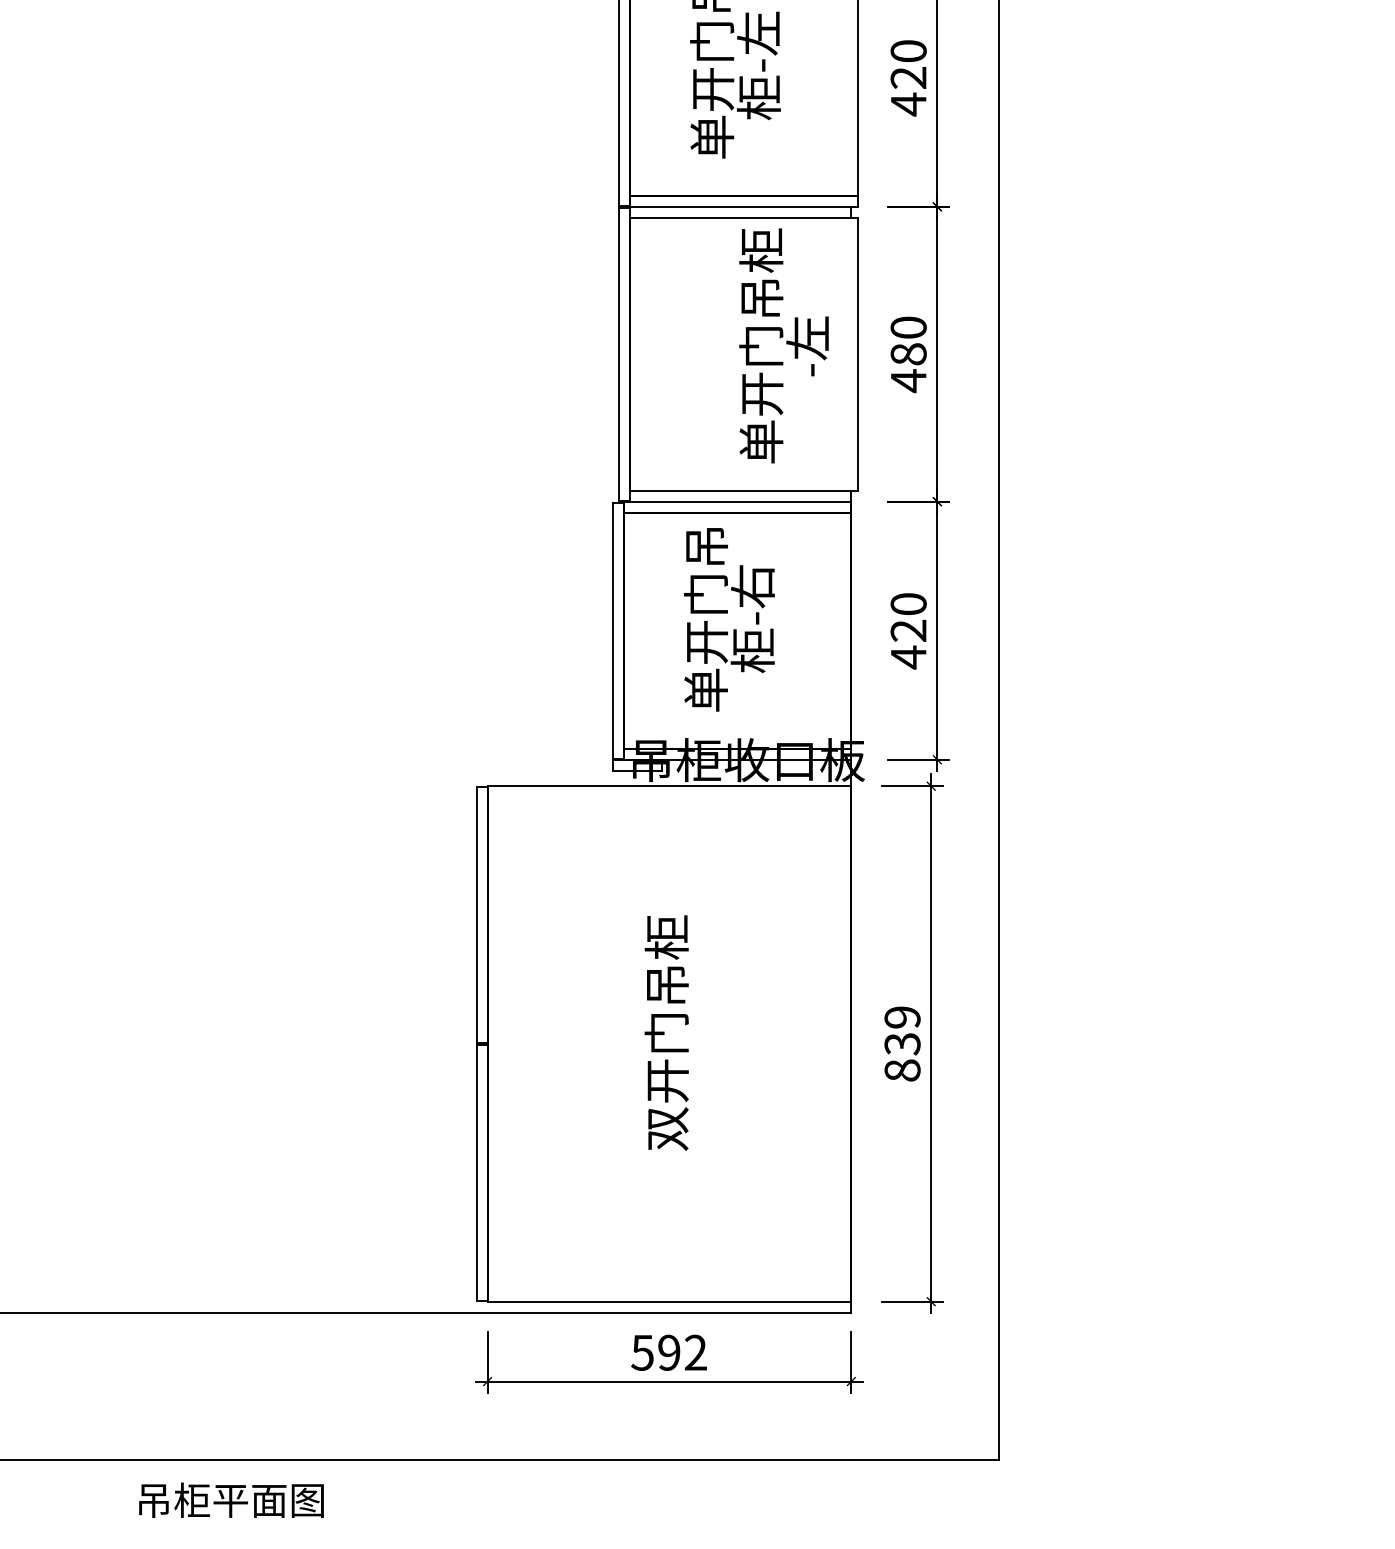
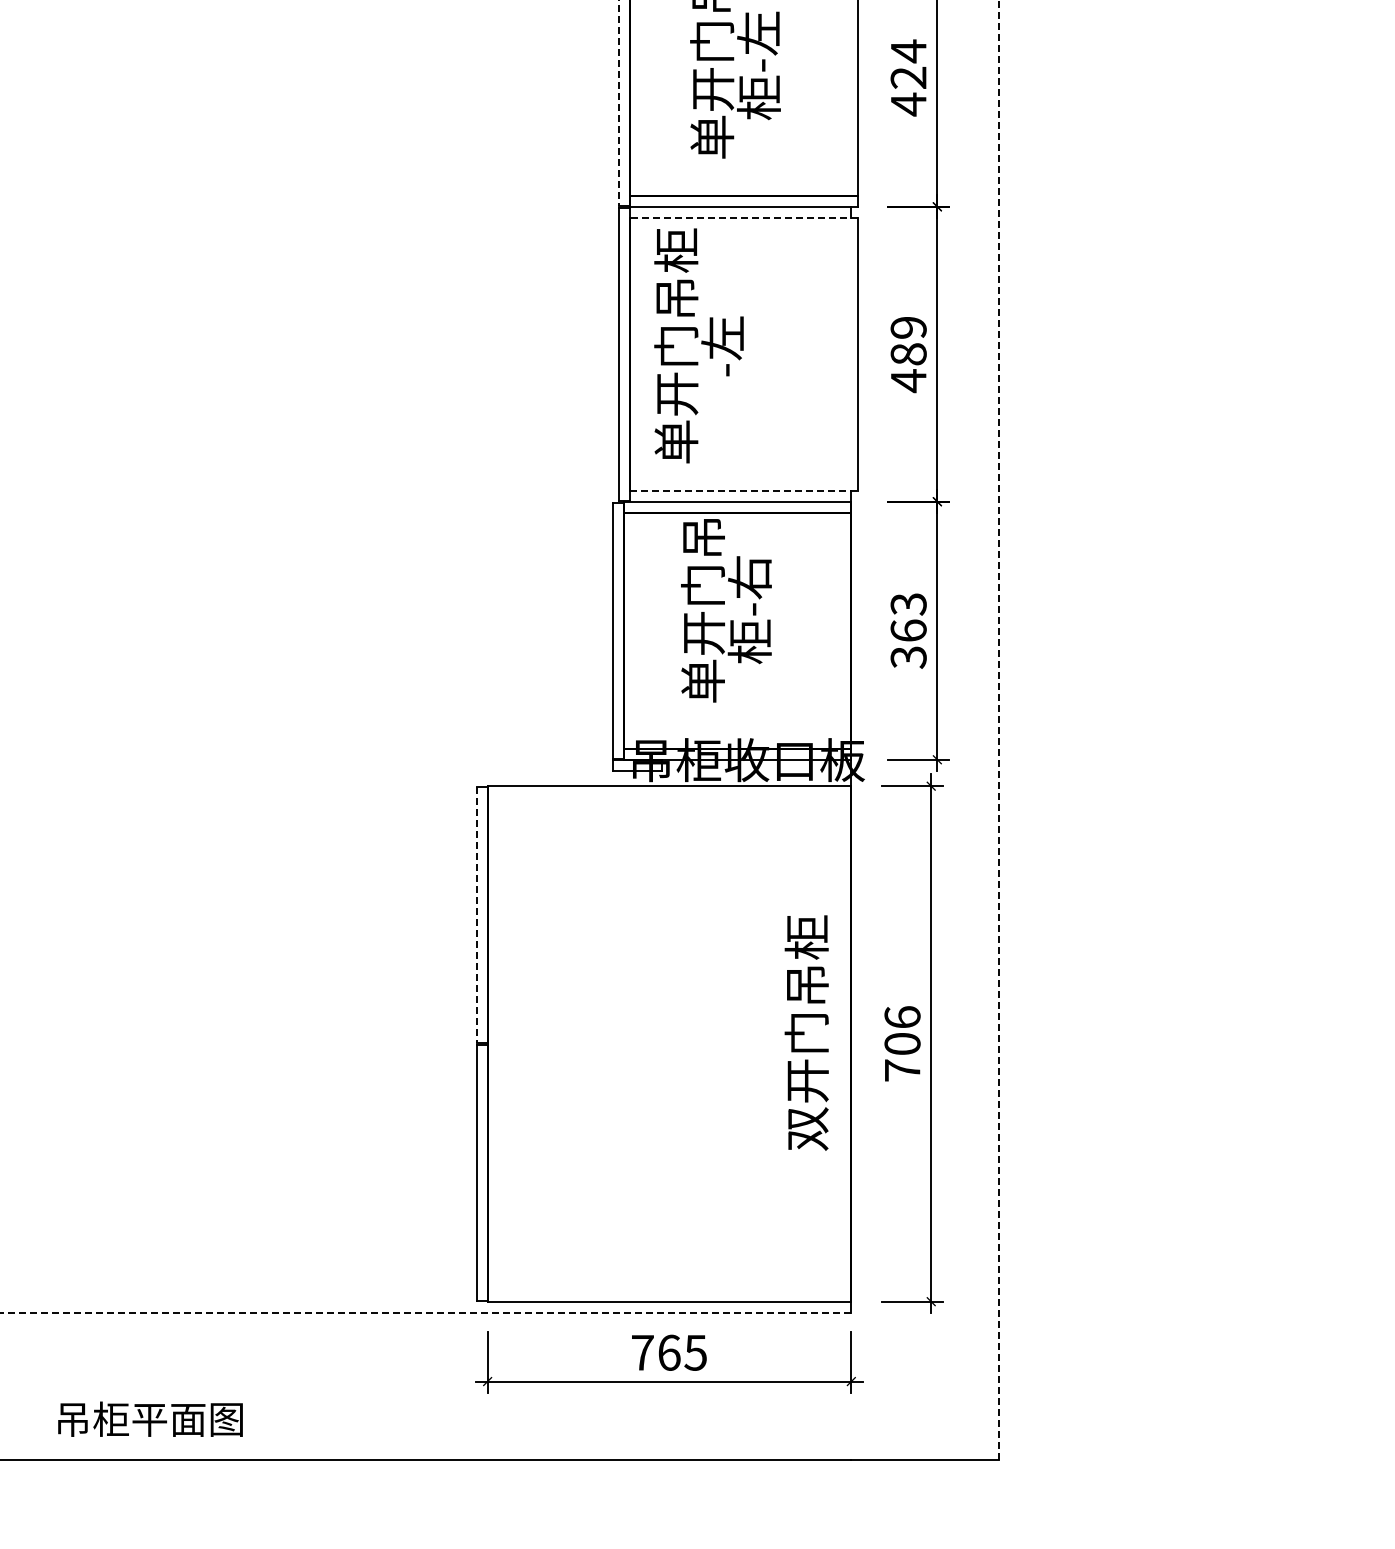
text at (908, 51): 420 -> 424
line at (619, 103): solid -> dashed
line at (743, 217): solid -> dashed
text at (908, 327): 480 -> 489
text at (783, 345) position: (783, 345) -> (698, 345)
line at (743, 490): solid -> dashed
text at (729, 619) position: (729, 619) -> (726, 610)
text at (908, 631): 420 -> 363
line at (998, 730): solid -> dashed
line at (476, 915): solid -> dashed
text at (666, 1032) position: (666, 1032) -> (806, 1032)
text at (902, 1043): 839 -> 706
line at (425, 1312): solid -> dashed
text at (668, 1352): 592 -> 765
text at (231, 1499) position: (231, 1499) -> (150, 1418)
